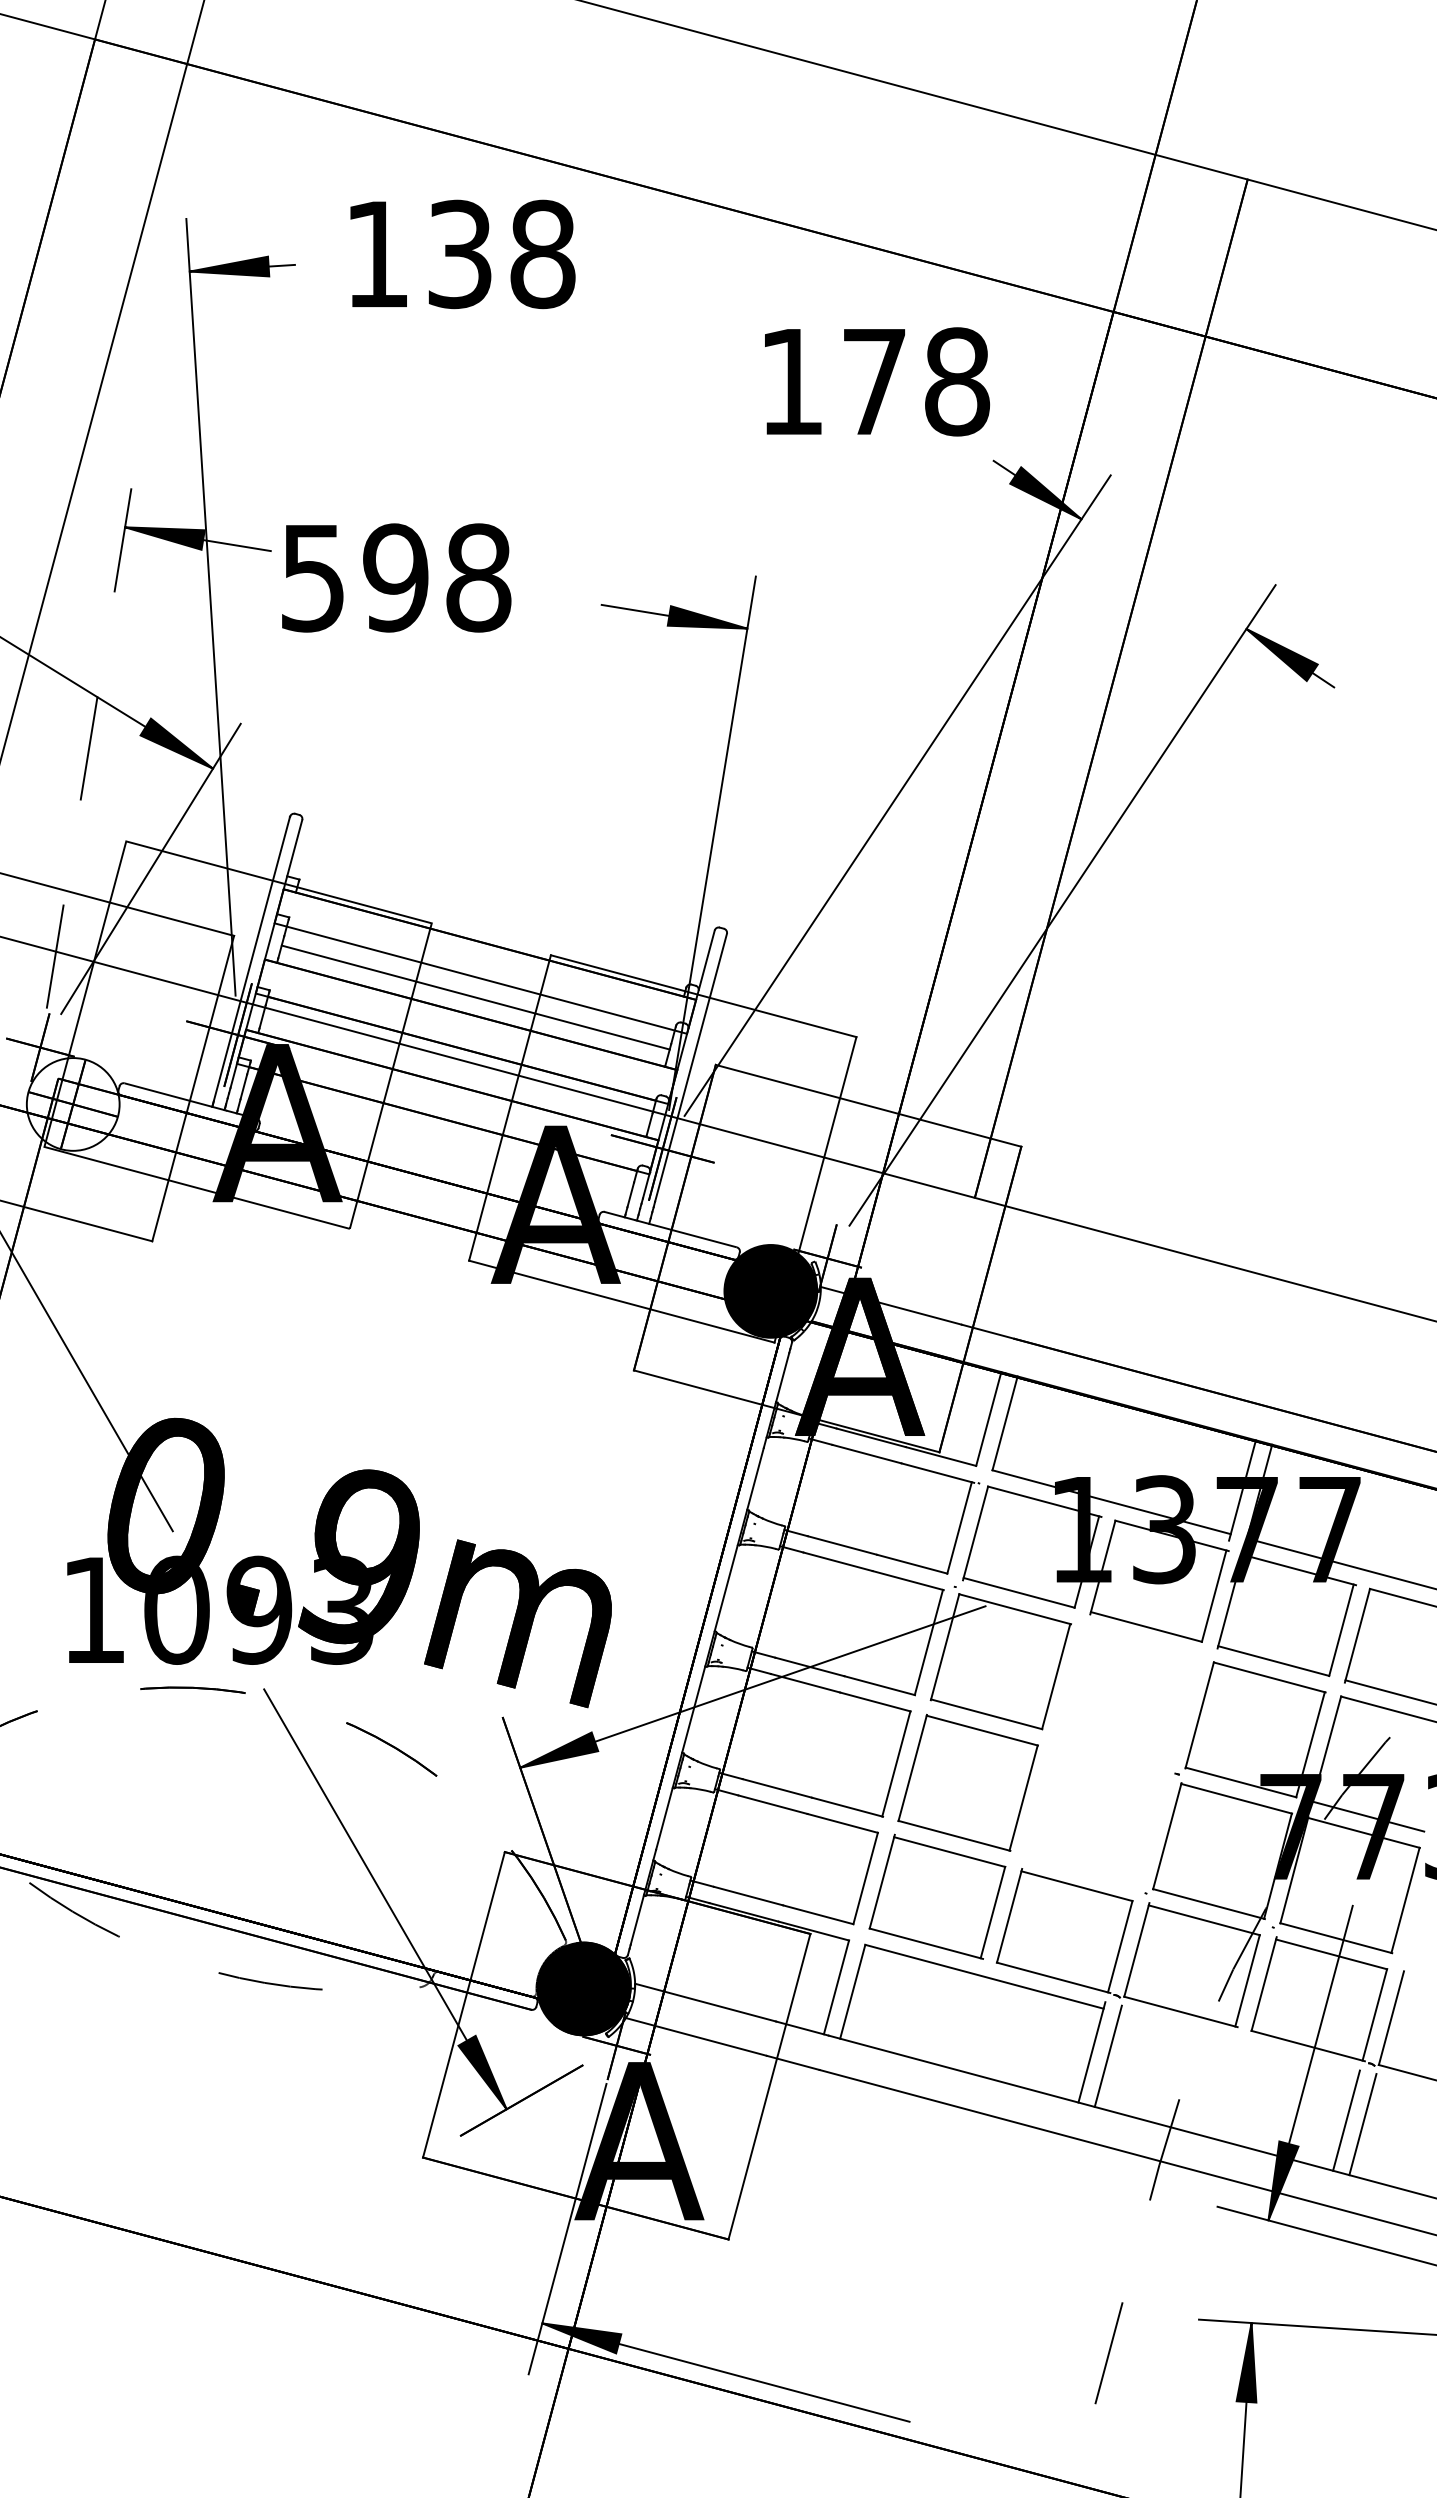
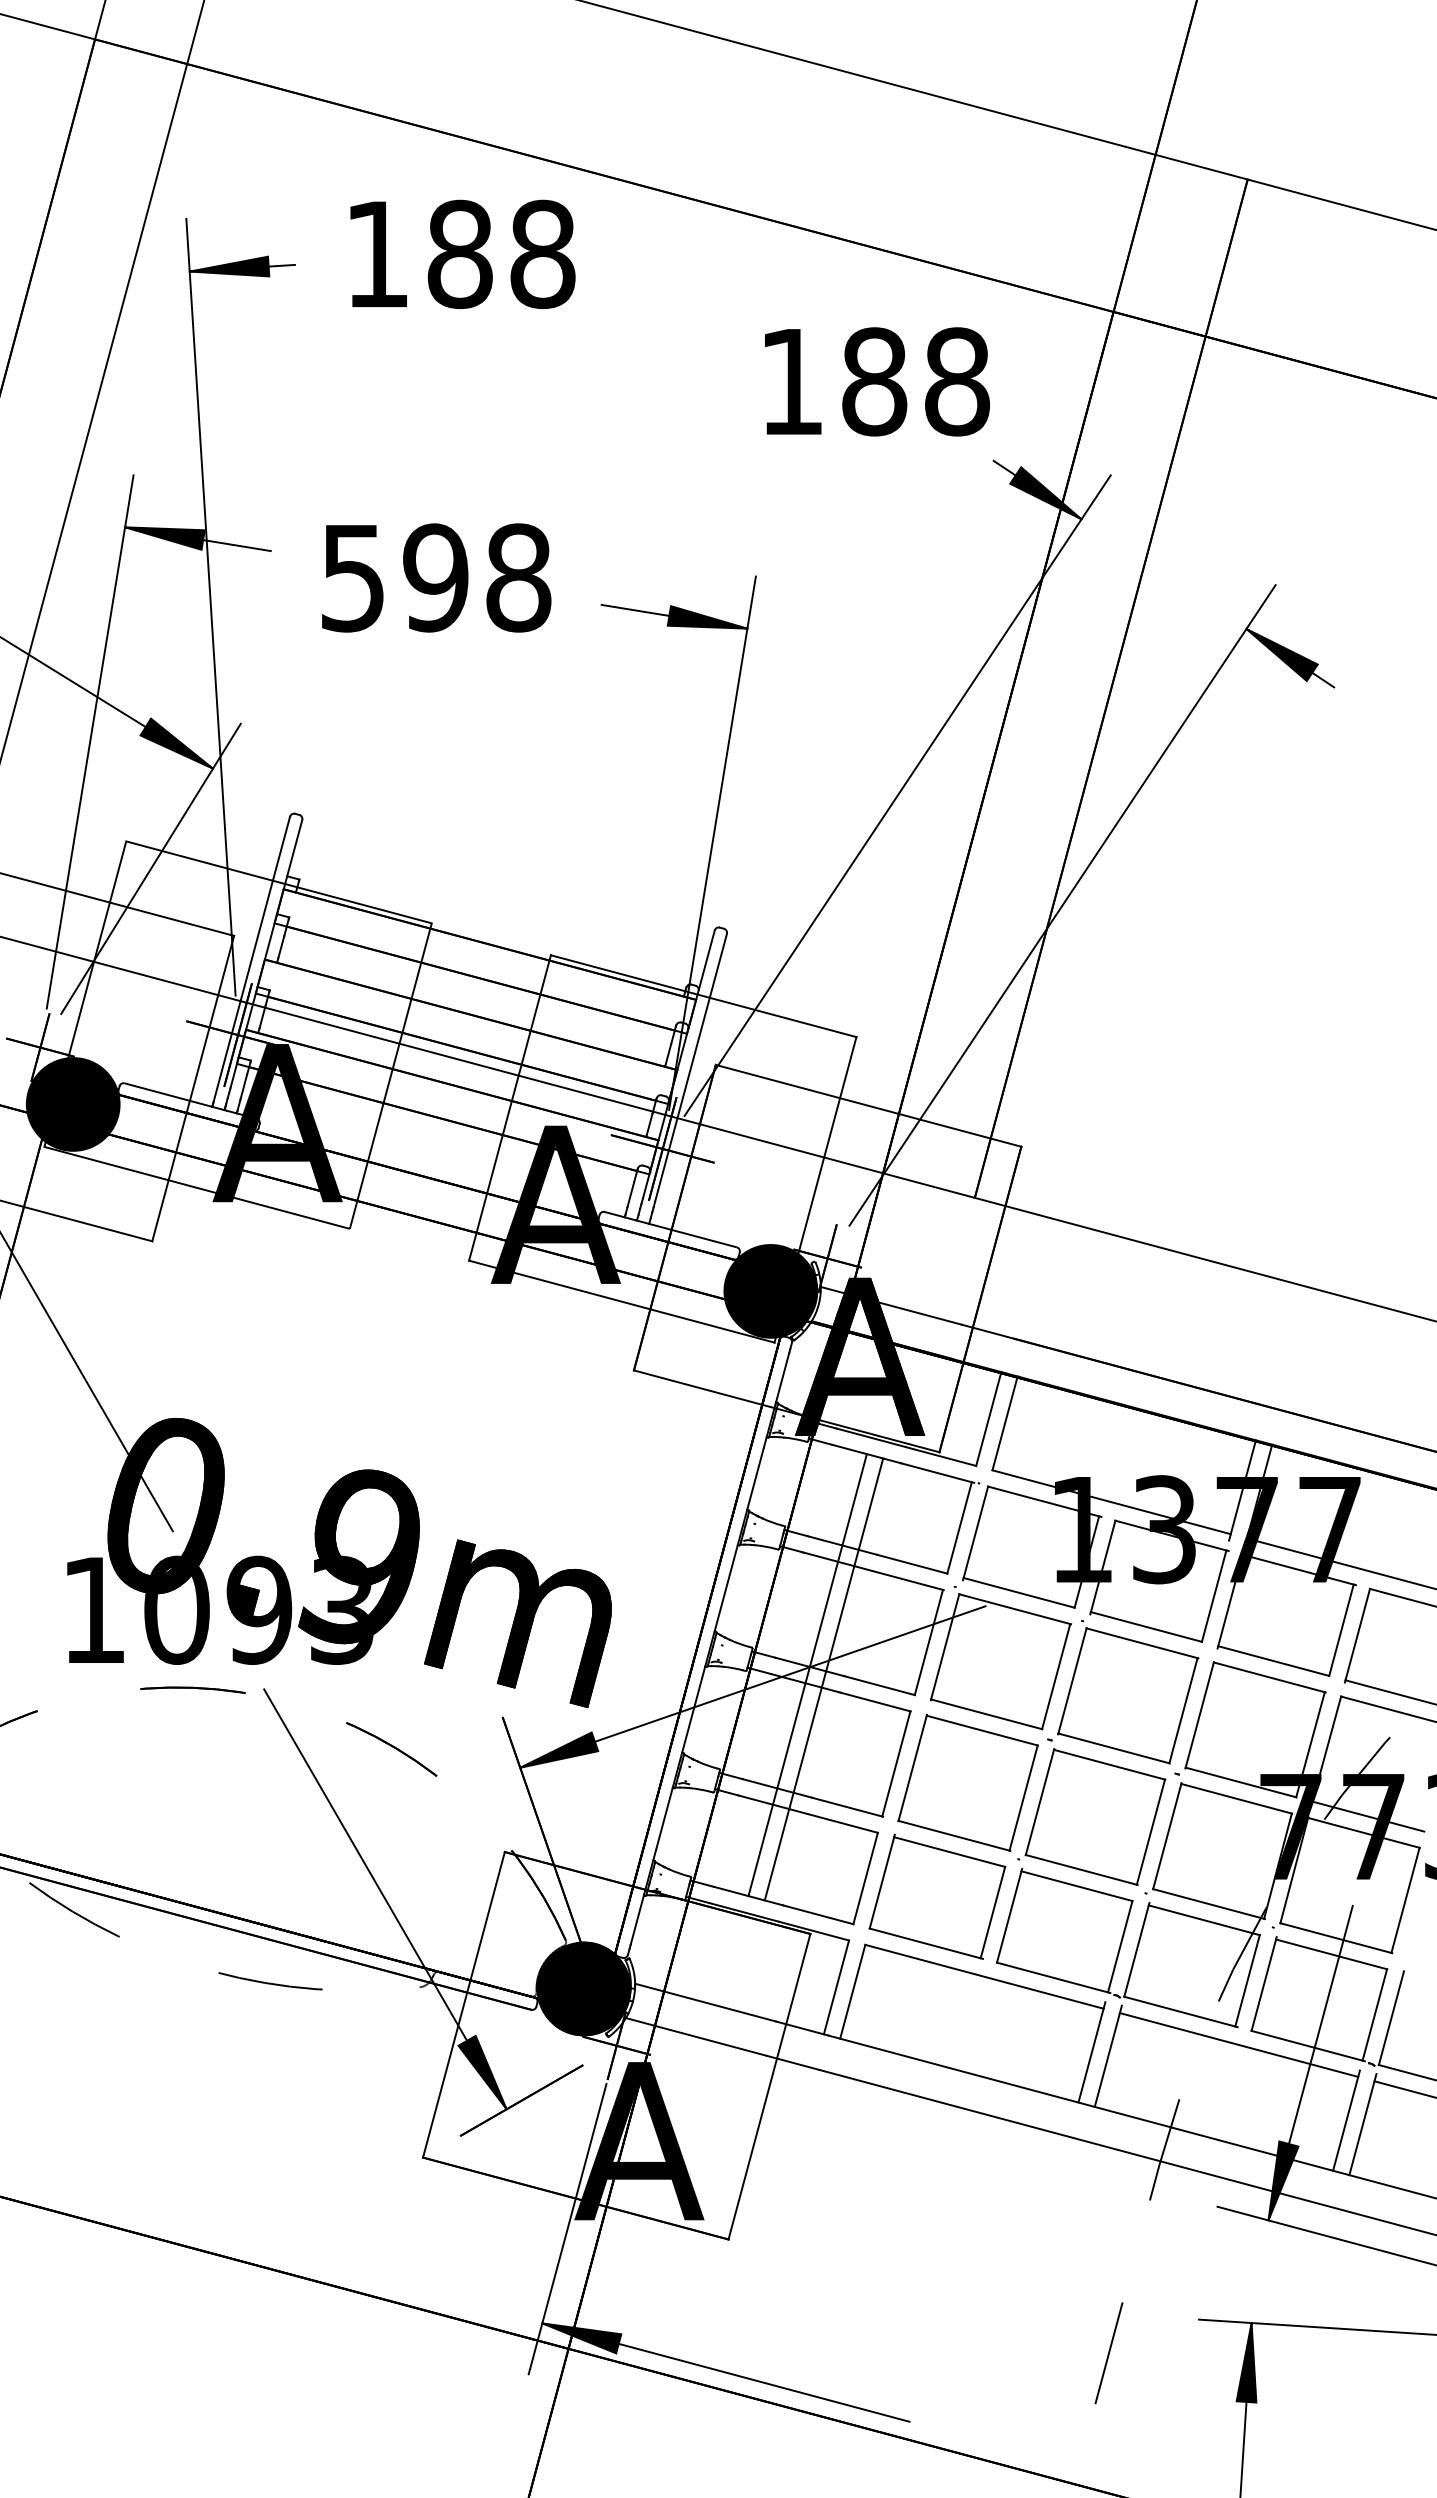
text at (459, 254): 138 -> 188
text at (874, 381): 178 -> 188
text at (396, 577) position: (396, 577) -> (436, 577)
line at (90, 741): dashed -> solid
line at (475, 997) position: (475, 997) -> (480, 978)
fill at (72, 1104): none -> present
line at (807, 1675): none -> present
line at (823, 1679): none -> present
part at (1108, 1752): none -> present
line at (1238, 2044): none -> present
line at (1403, 2089): none -> present
